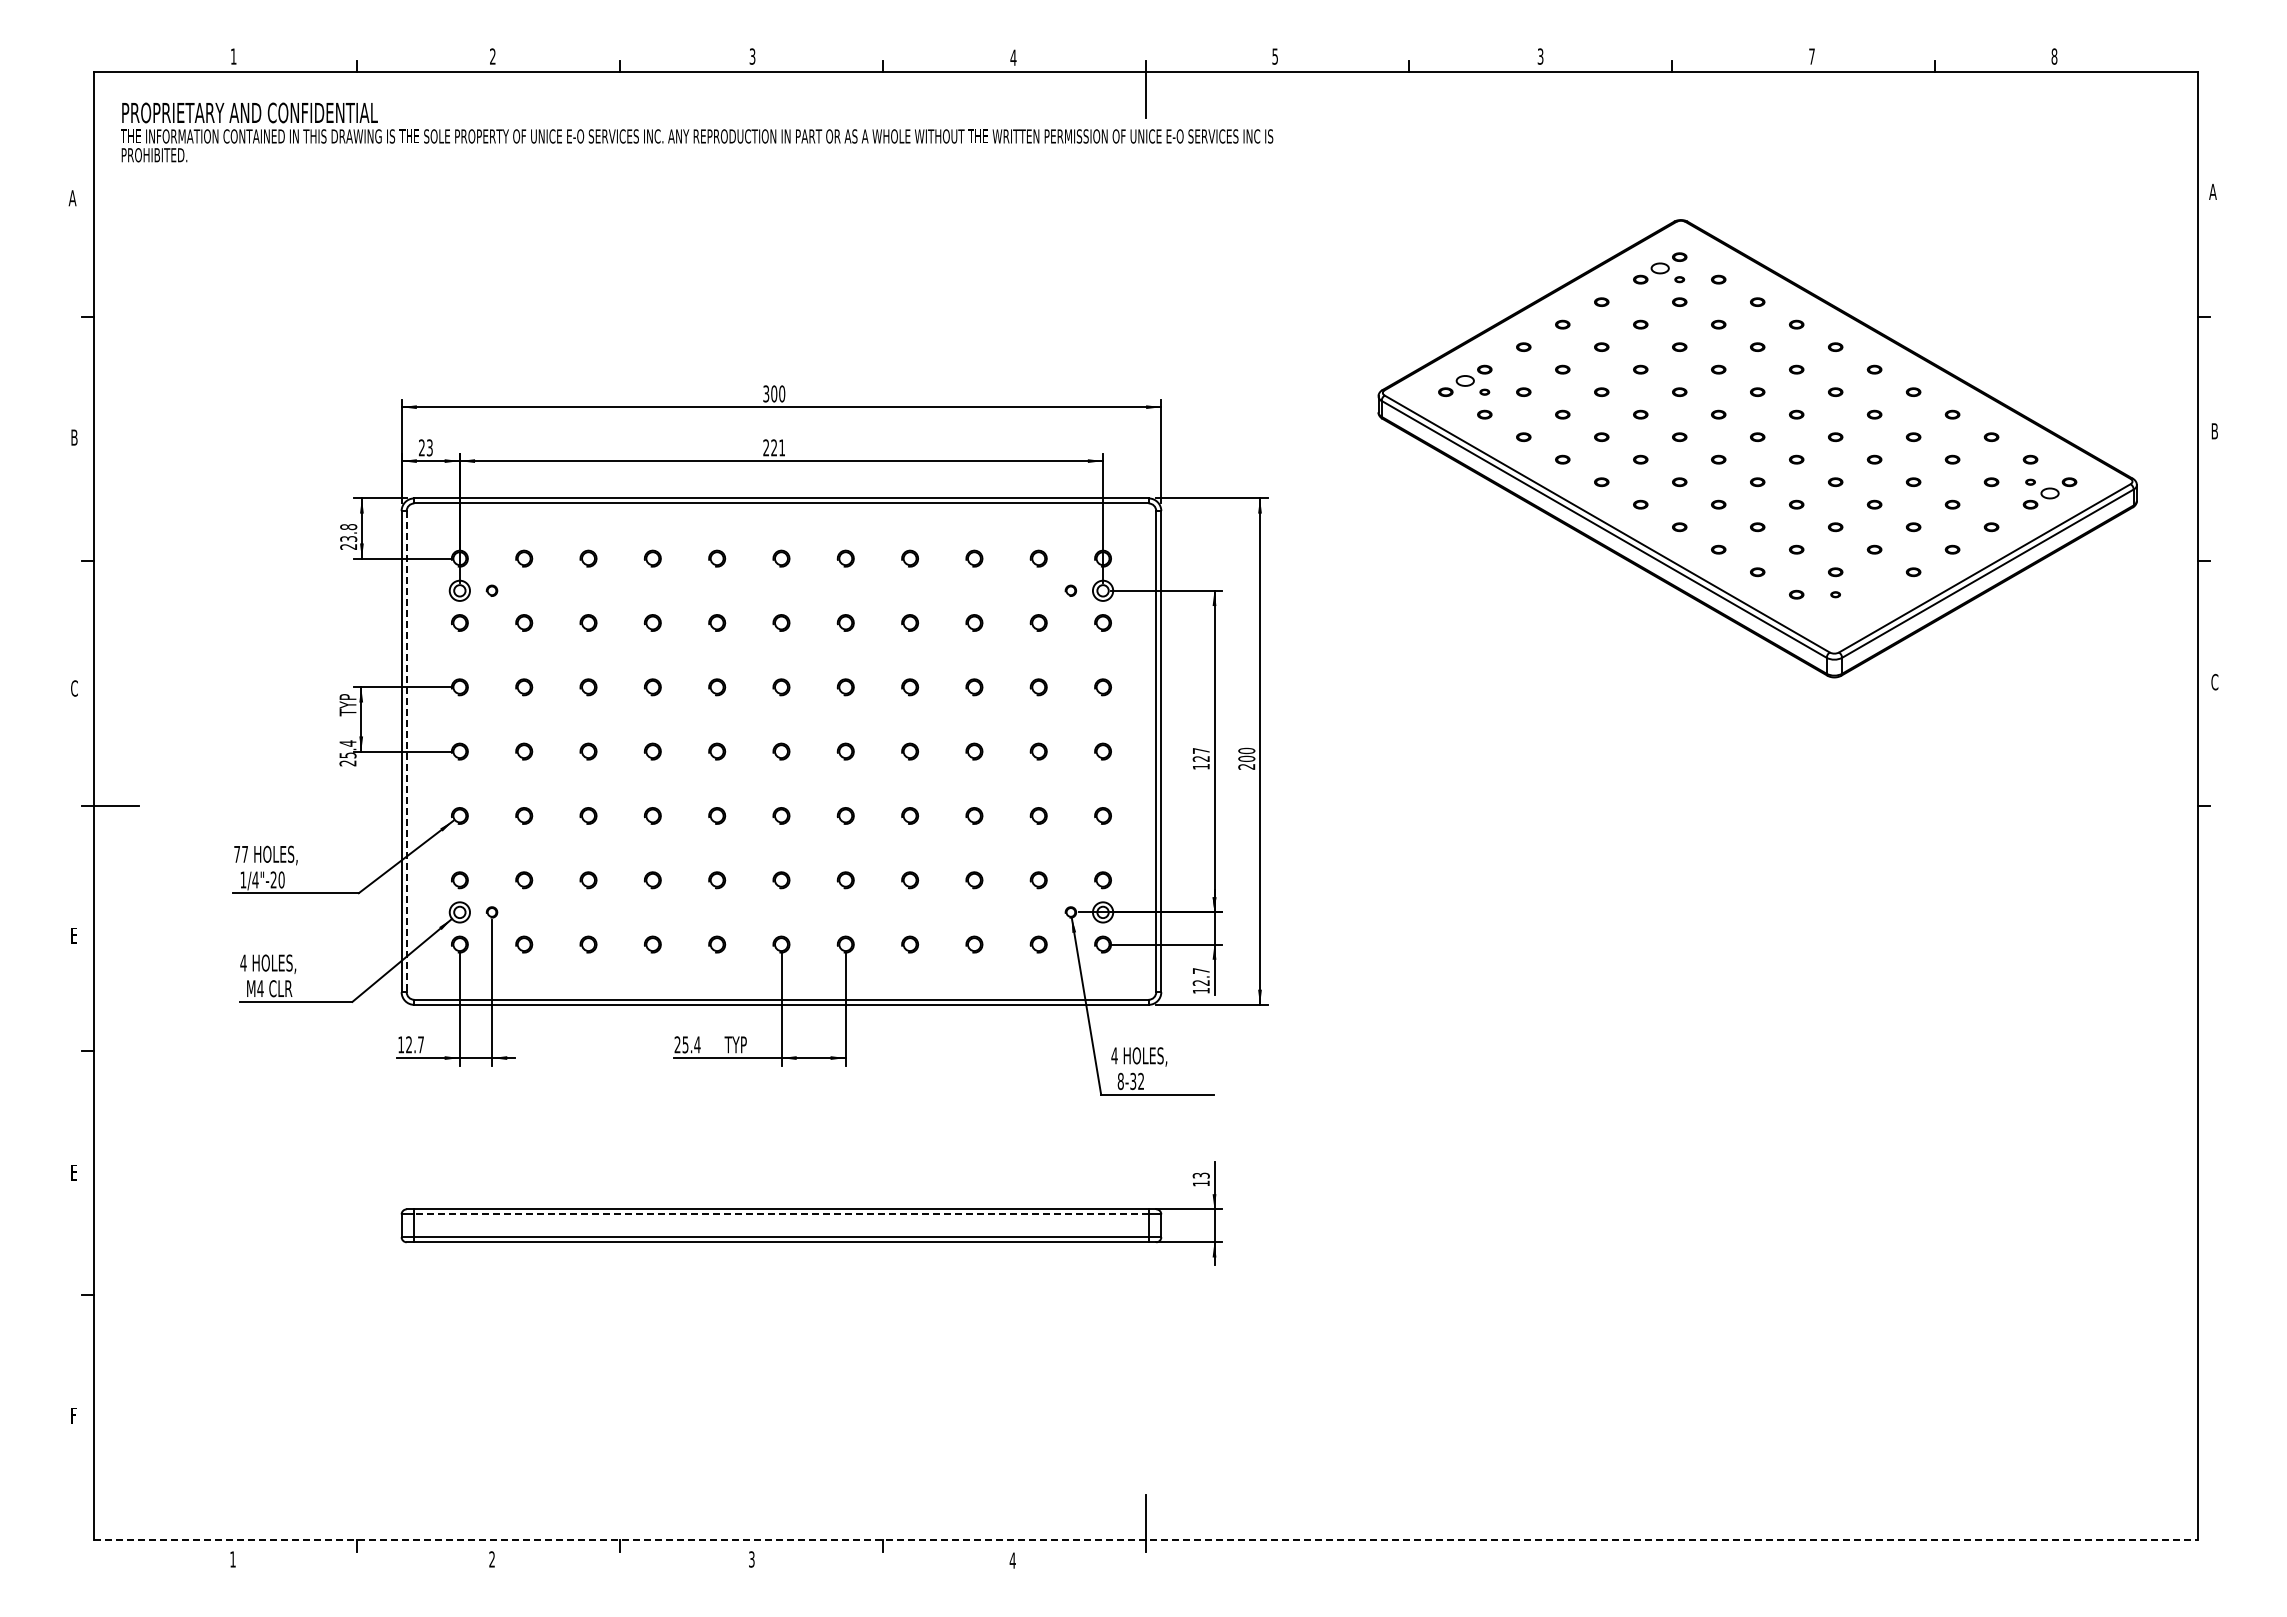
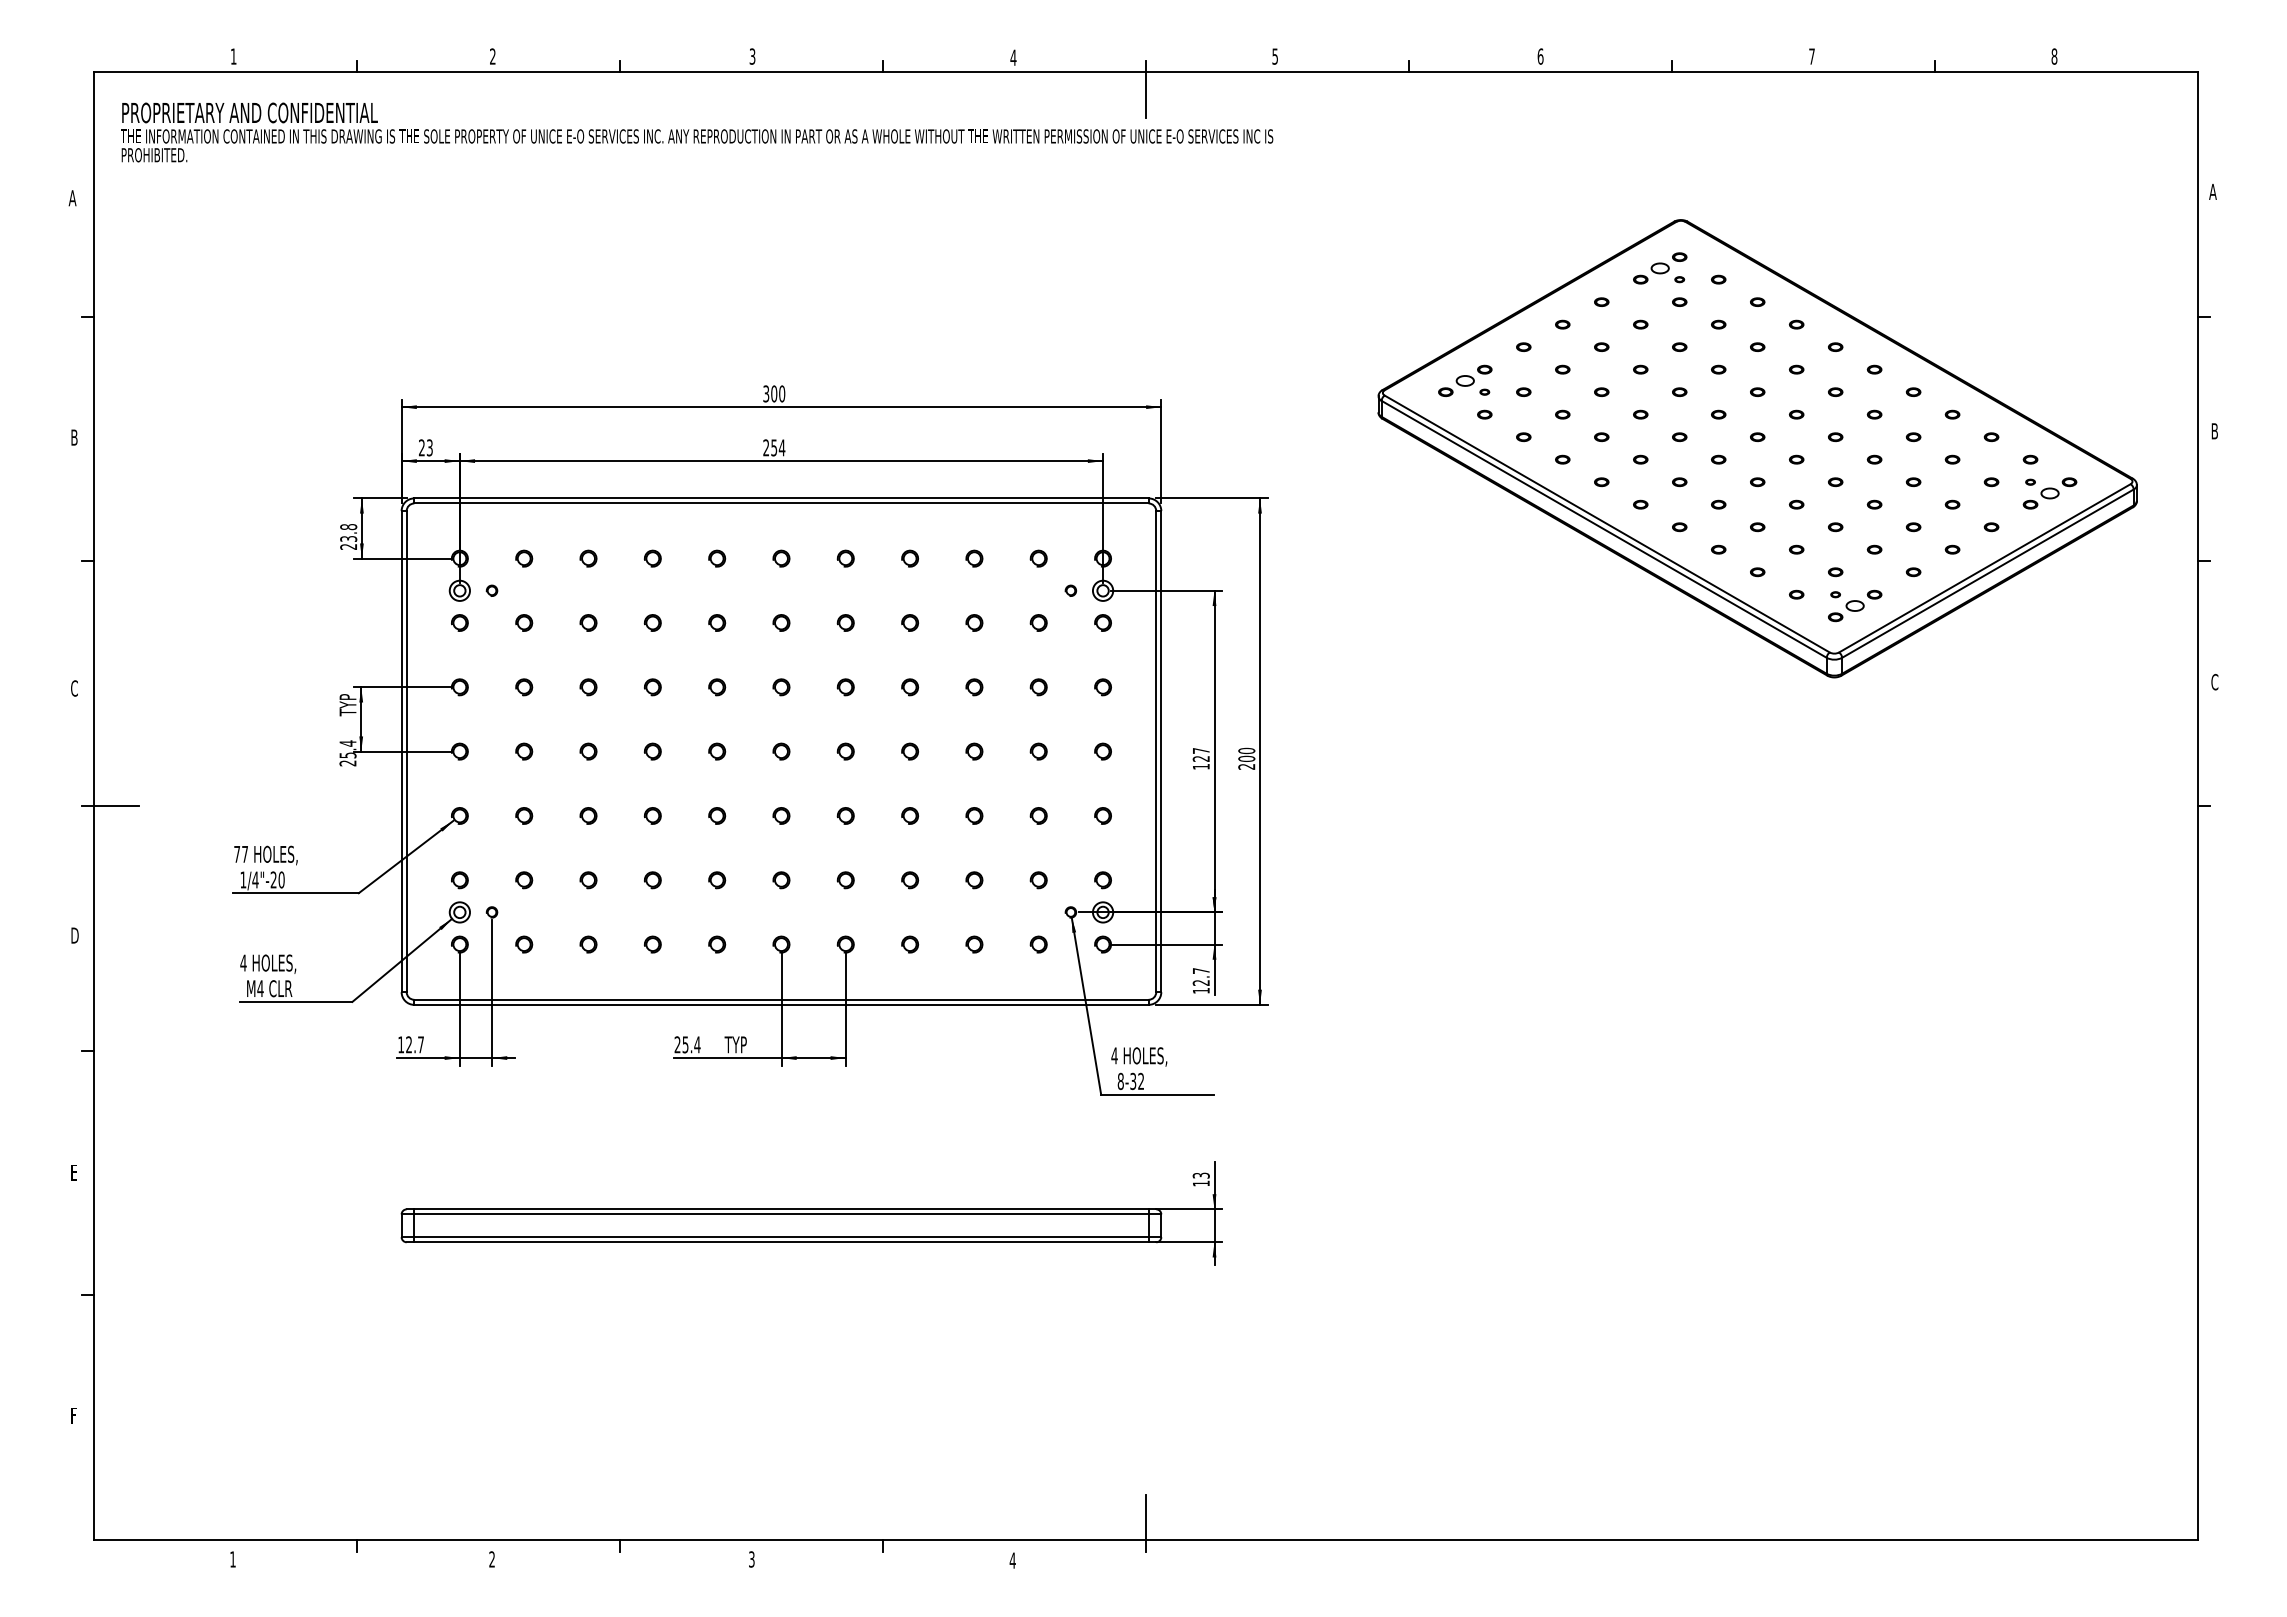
text at (1540, 56): 3 -> 6
text at (778, 447): 221 -> 254
part at (1855, 605): none -> present
line at (406, 751): dashed -> solid
text at (74, 935): E -> D
line at (780, 1214): dashed -> solid
line at (1146, 1540): dashed -> solid
